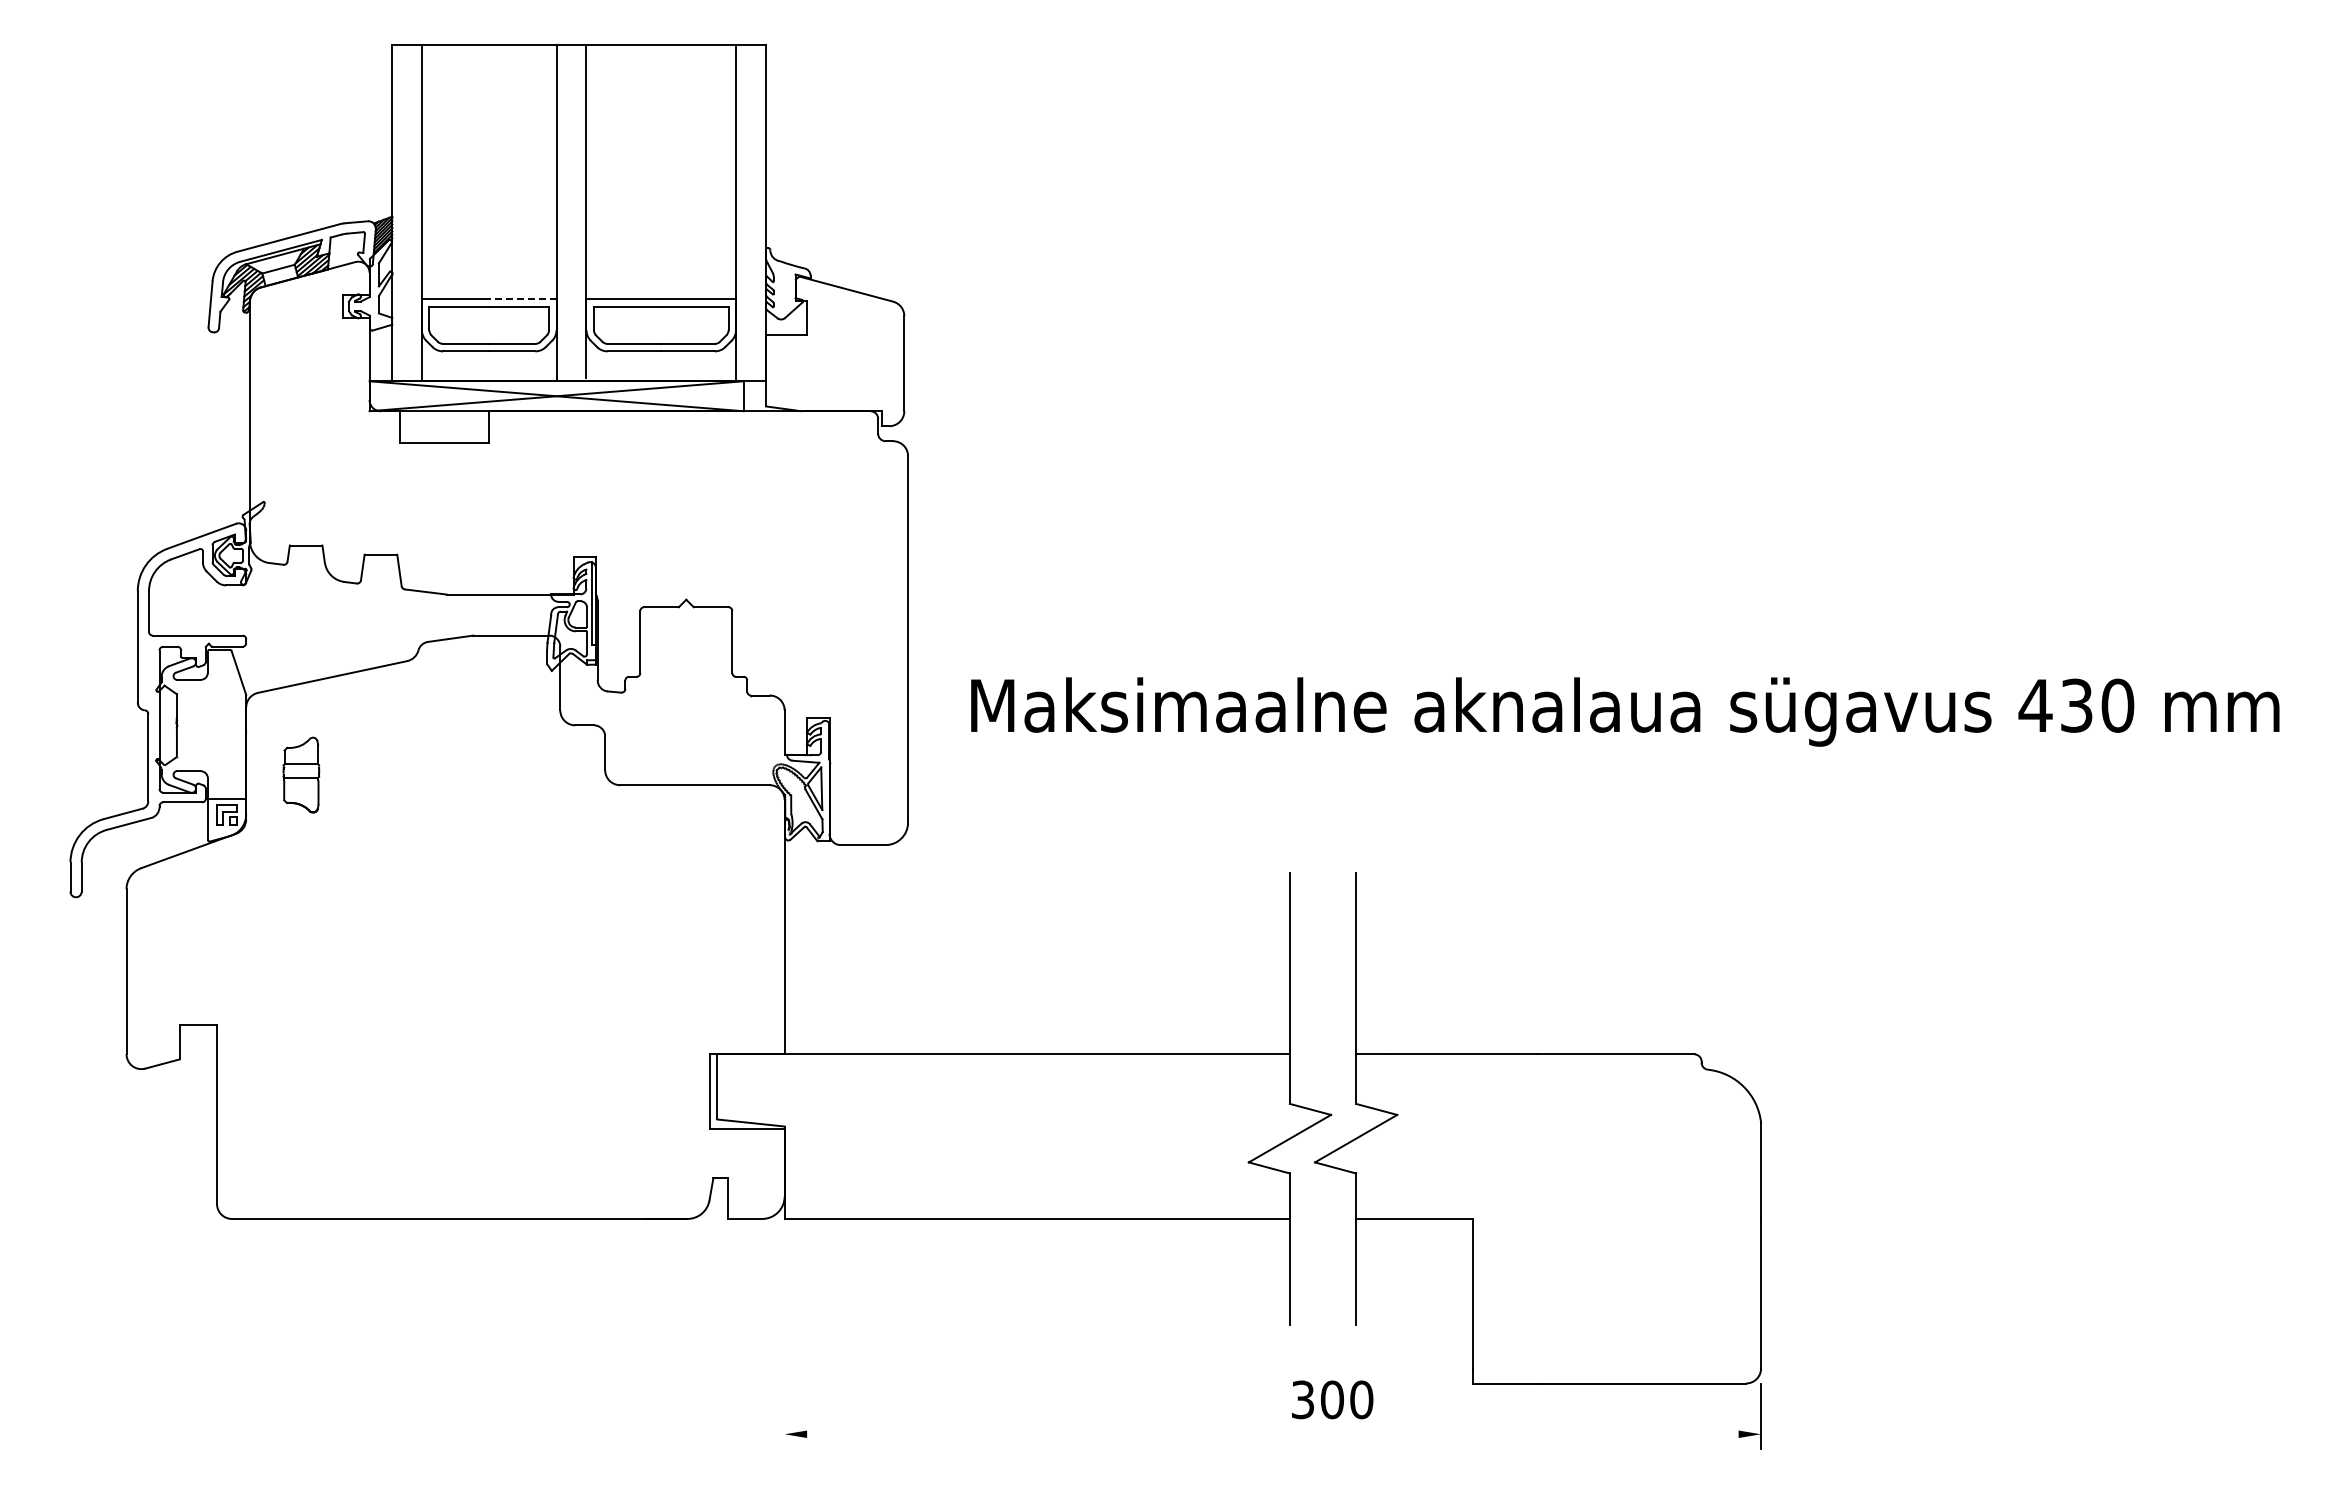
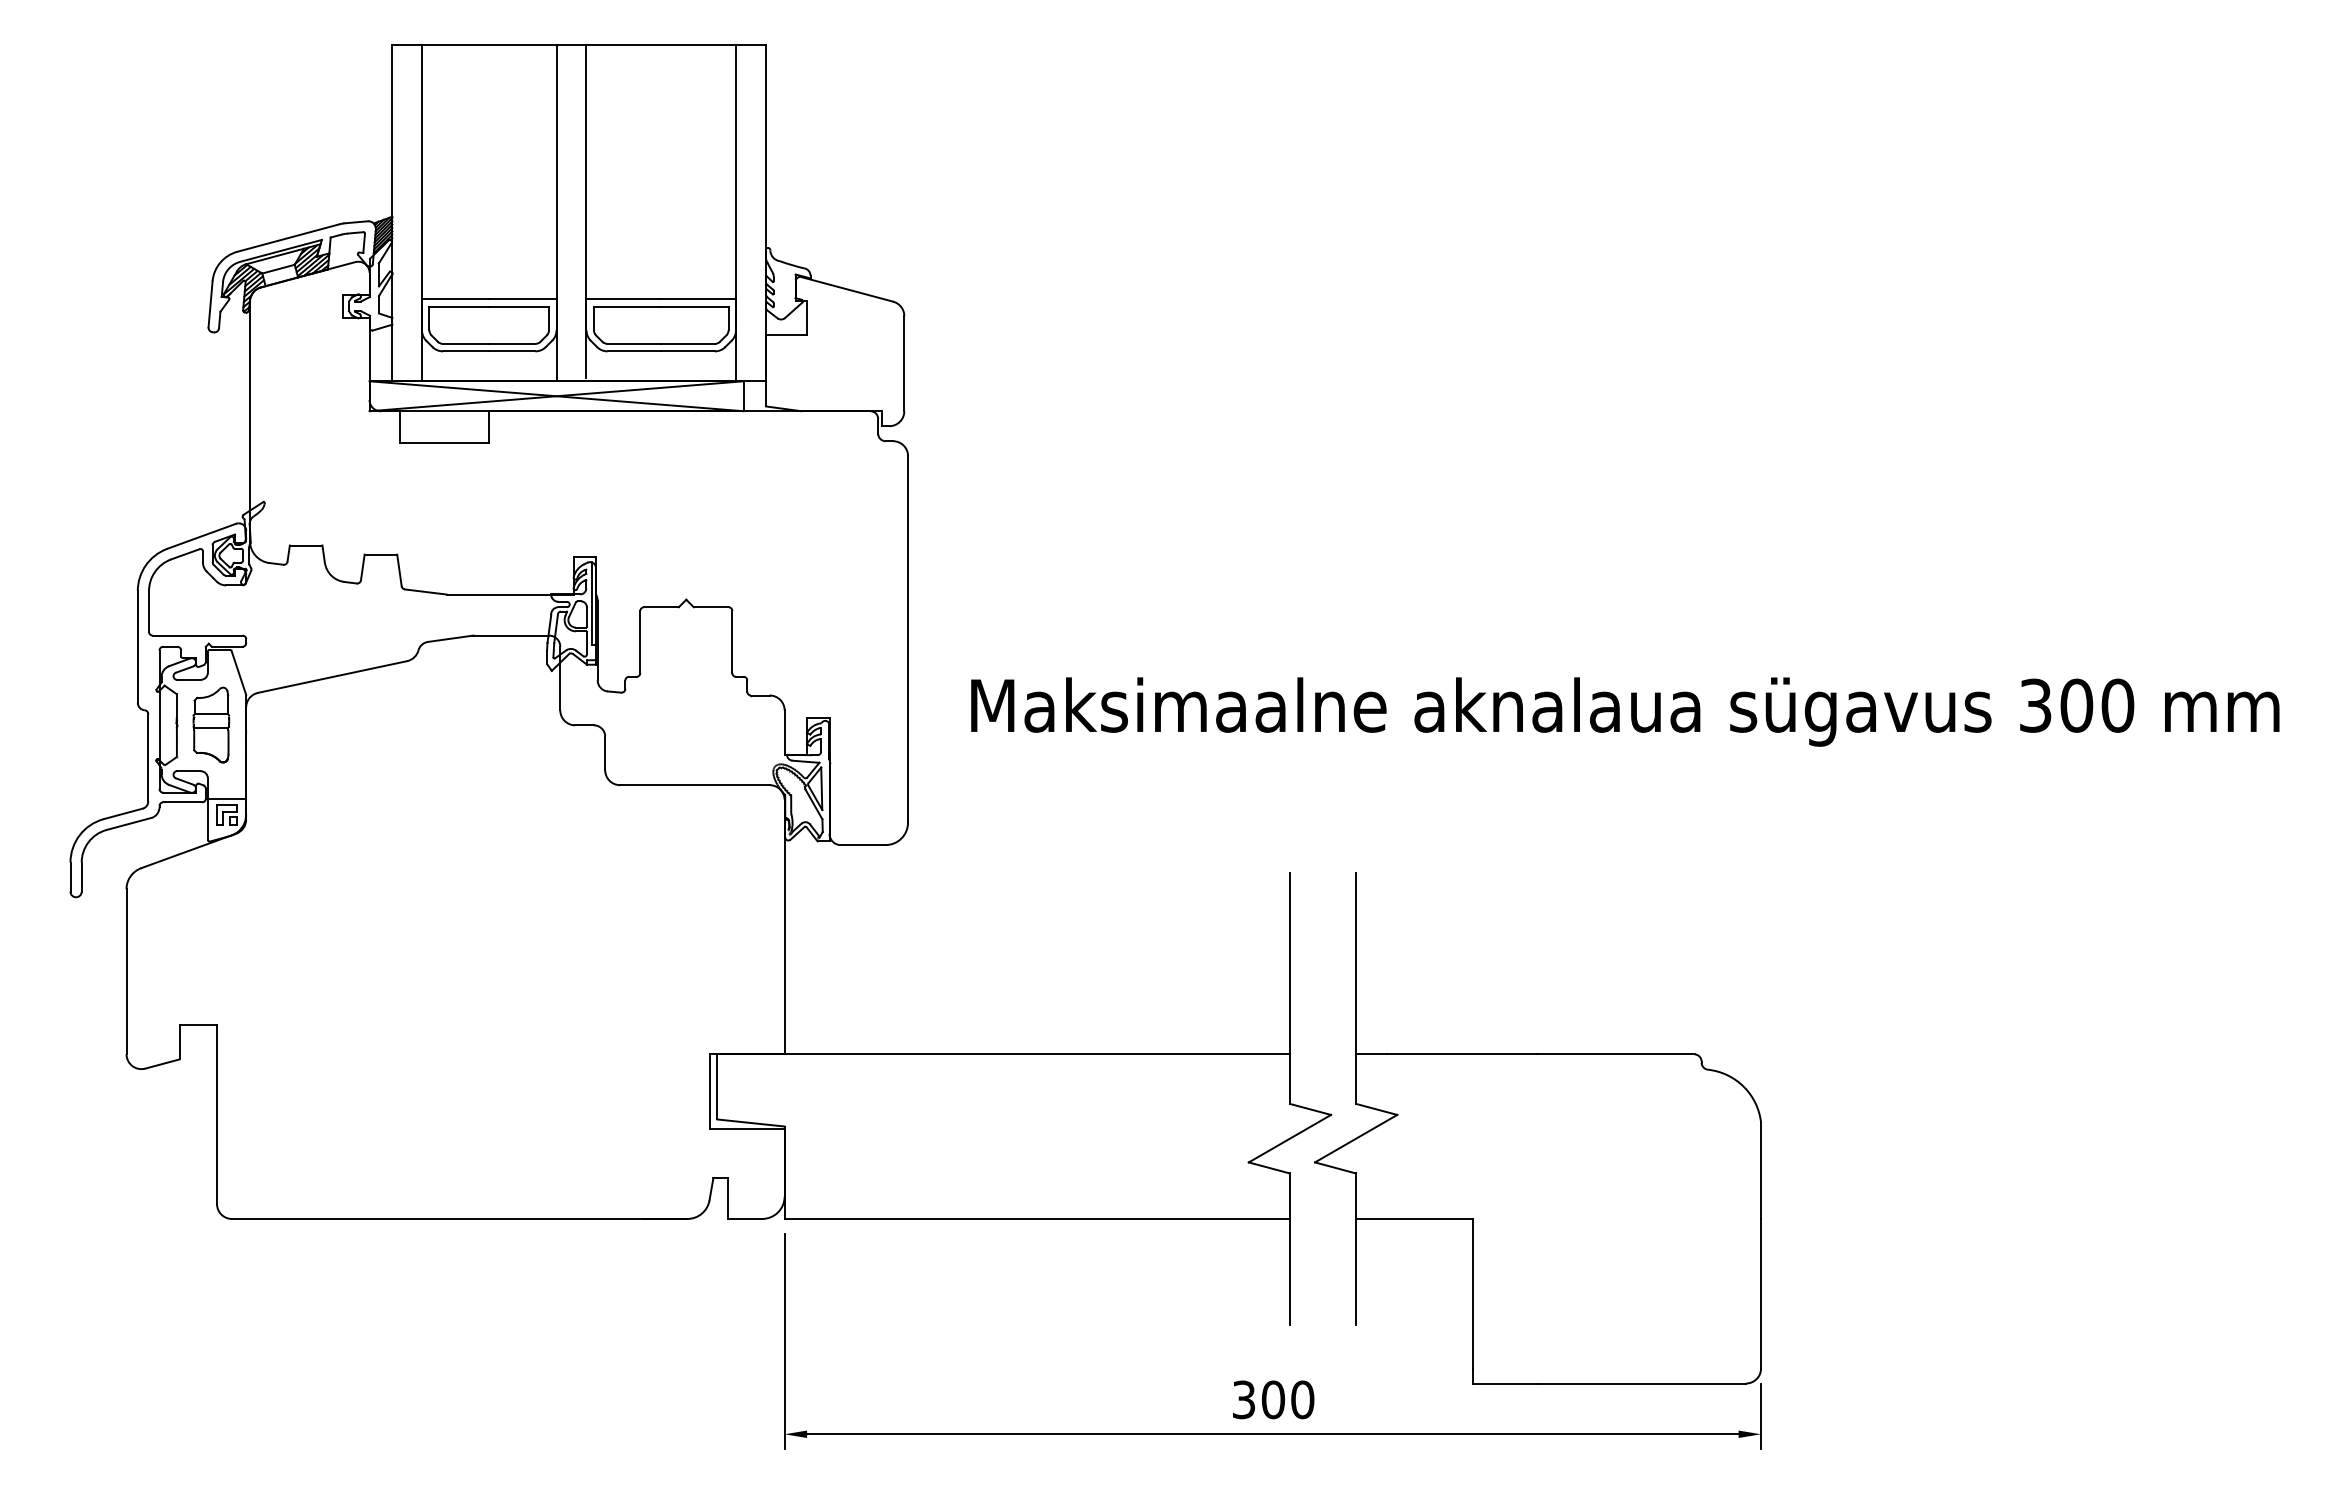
line at (522, 299): dashed -> solid
text at (2055, 705): 430 -> 300
part at (301, 774) position: (301, 774) -> (211, 724)
line at (784, 1341): none -> present
text at (1332, 1399) position: (1332, 1399) -> (1273, 1399)
line at (1272, 1434): none -> present
